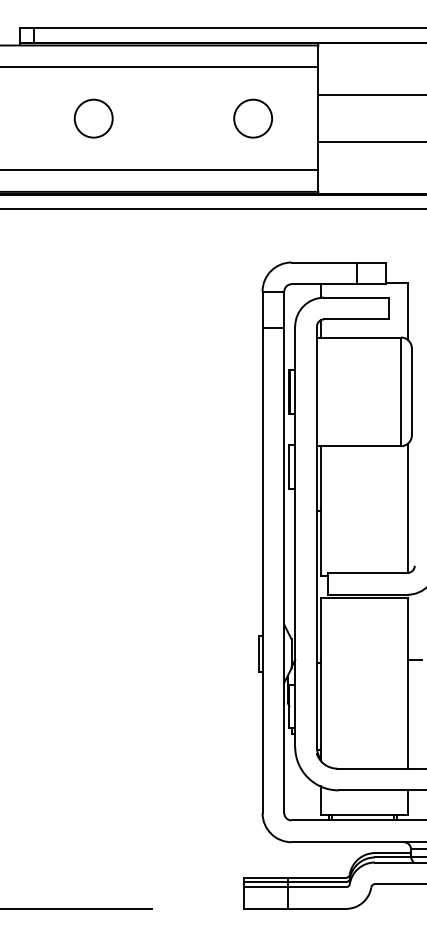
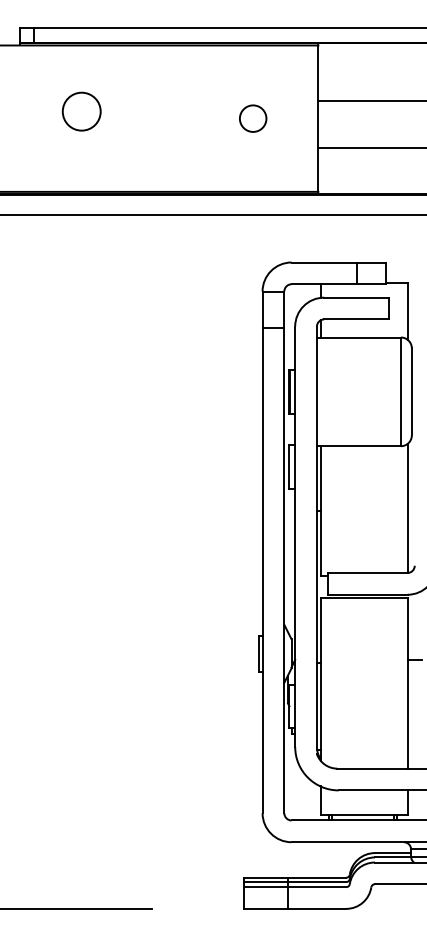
line at (160, 67): present -> none
line at (370, 95) position: (370, 95) -> (370, 101)
circle at (93, 118) position: (93, 118) -> (81, 111)
circle at (253, 118) diameter: 38 px -> 27 px
line at (370, 141) position: (370, 141) -> (370, 147)
line at (160, 170): present -> none
line at (212, 209) position: (212, 209) -> (212, 215)
